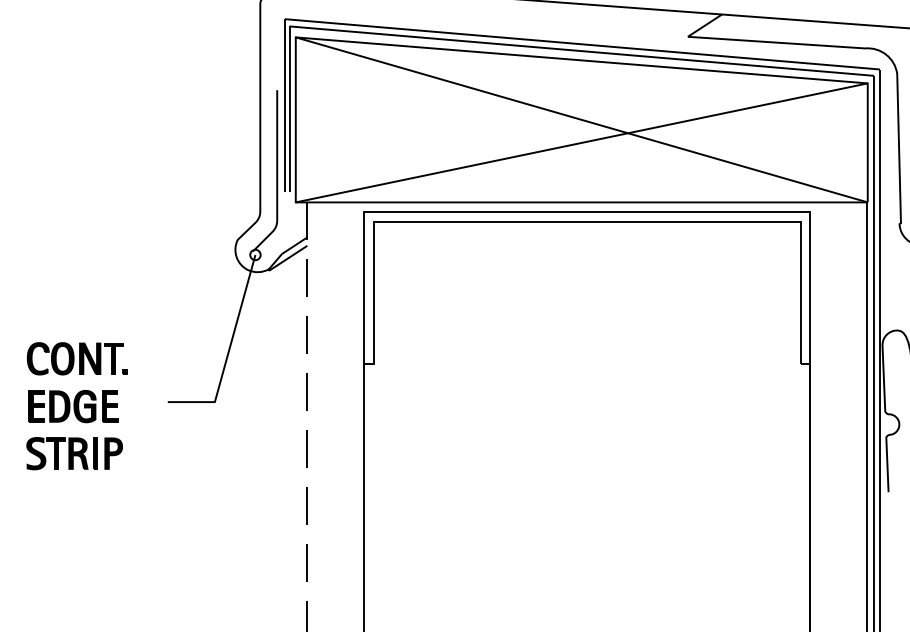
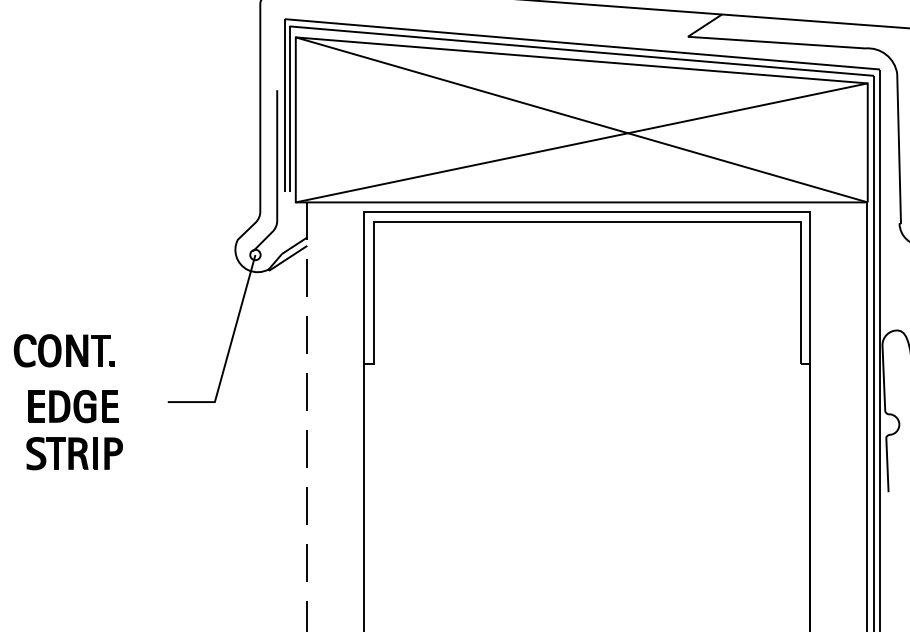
part at (76, 358) position: (76, 358) -> (63, 350)
